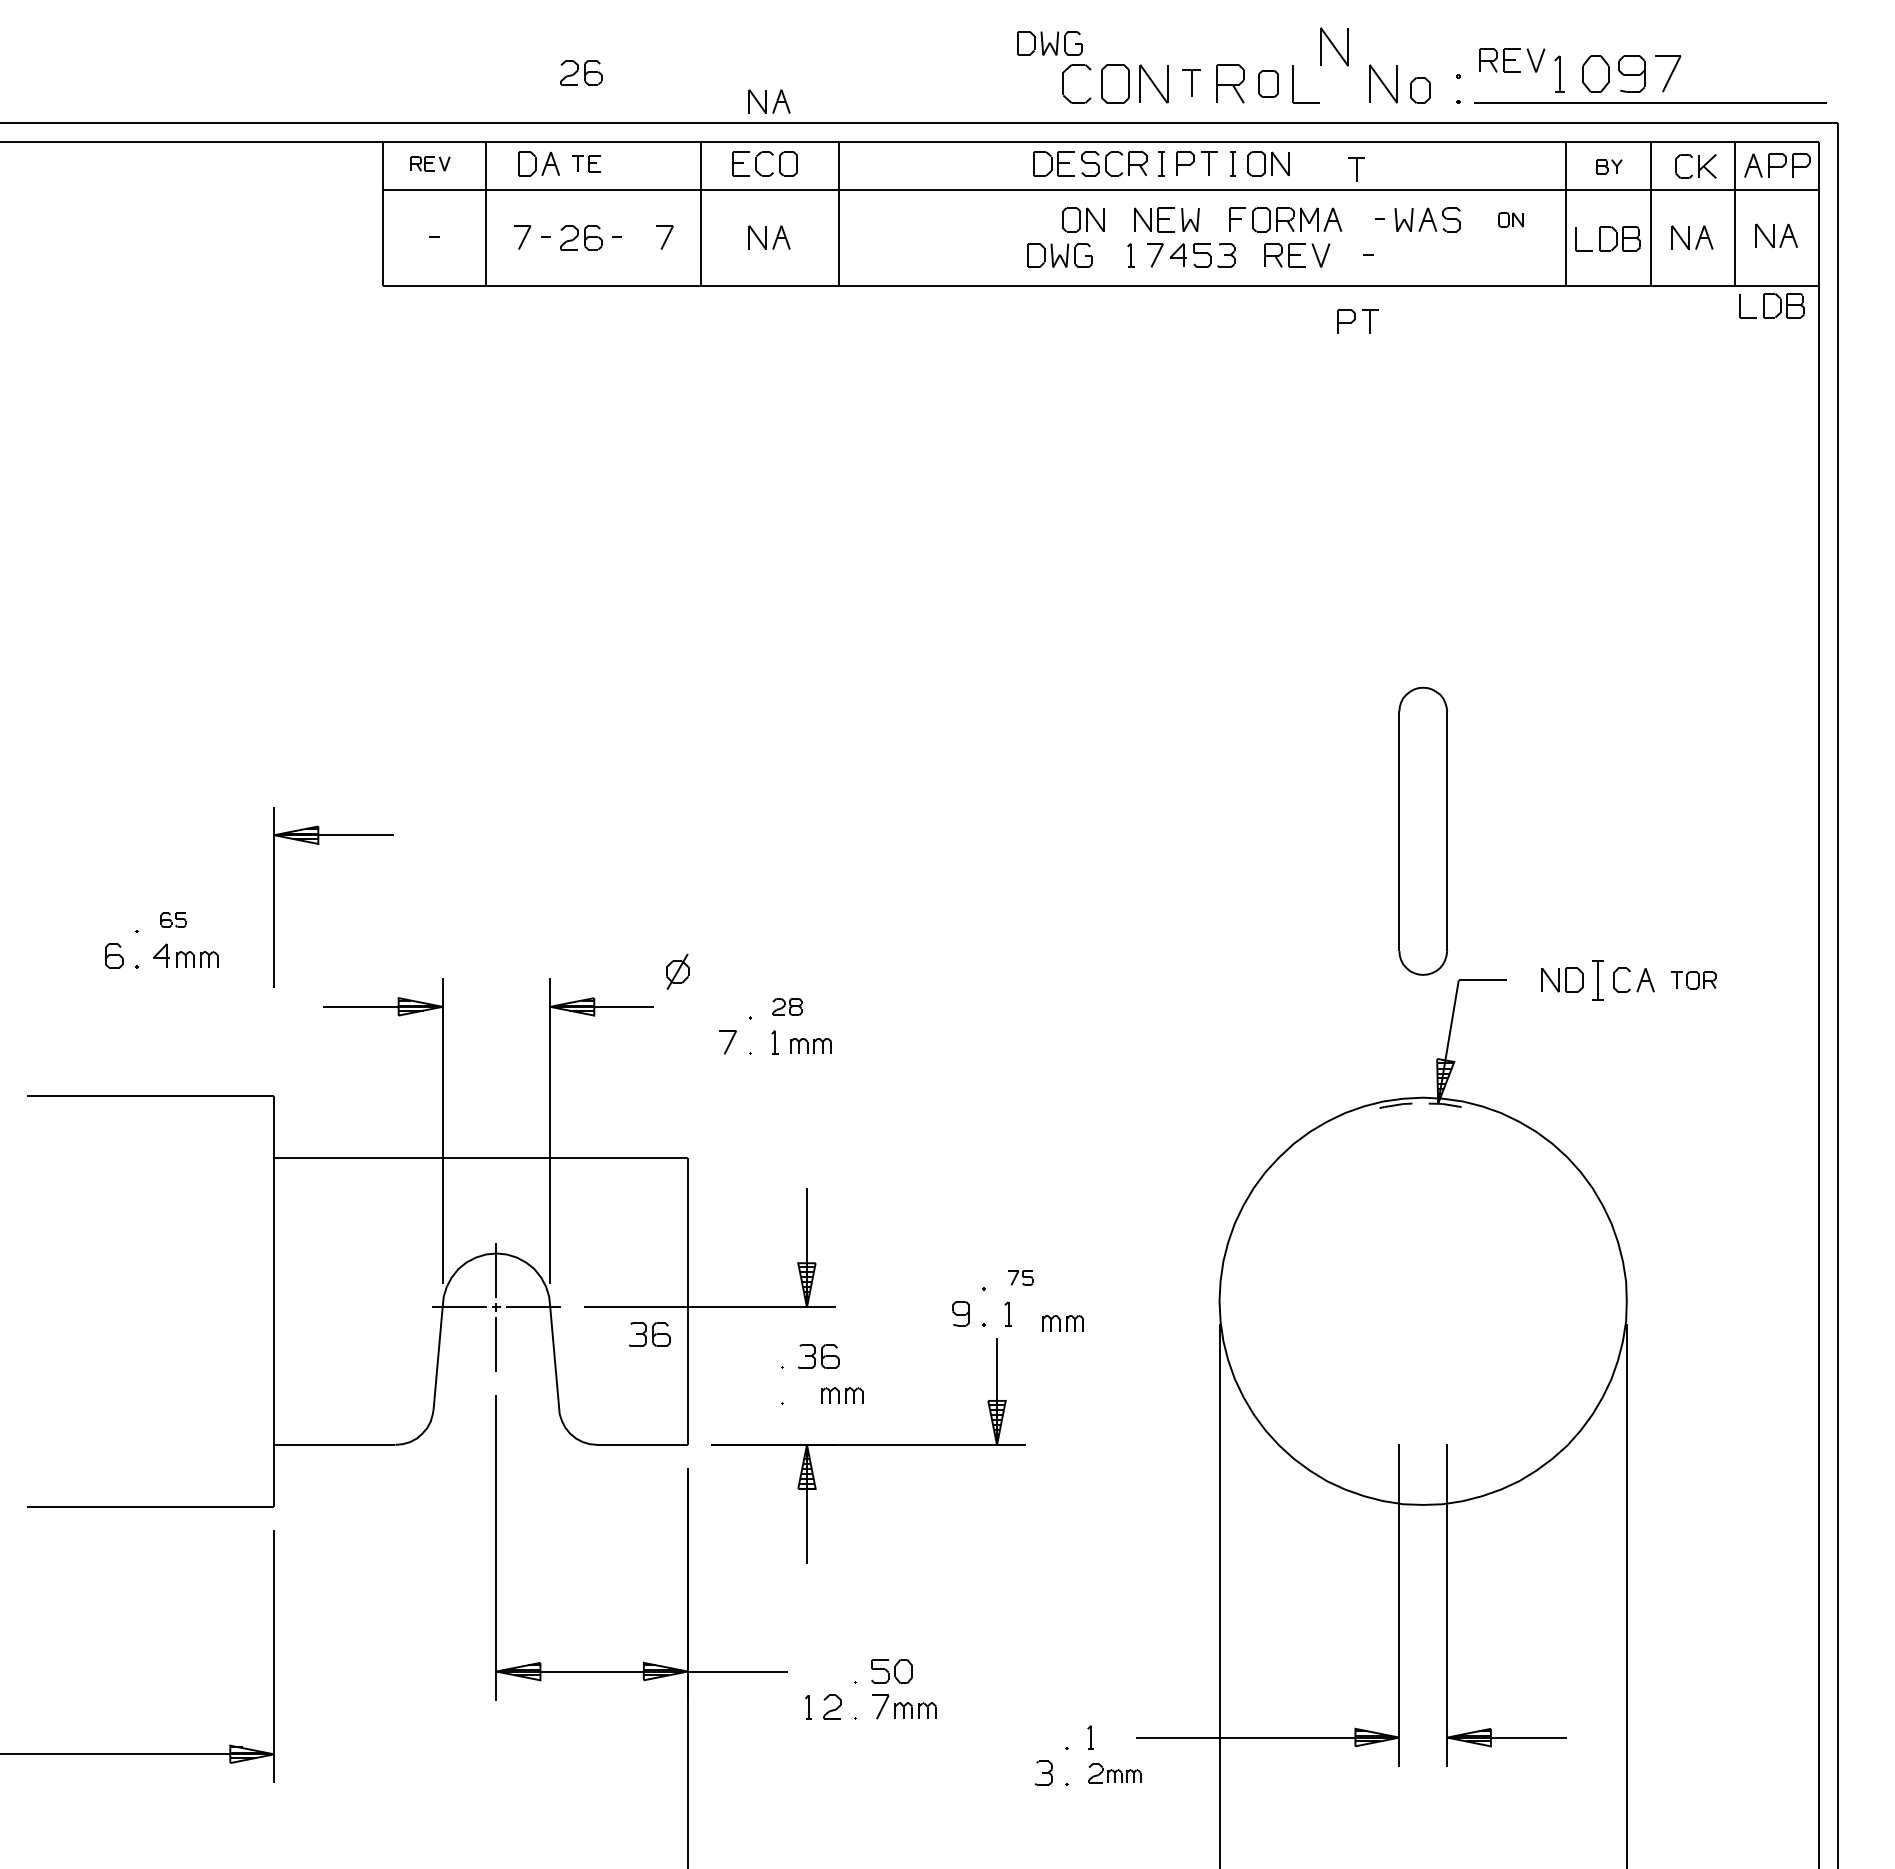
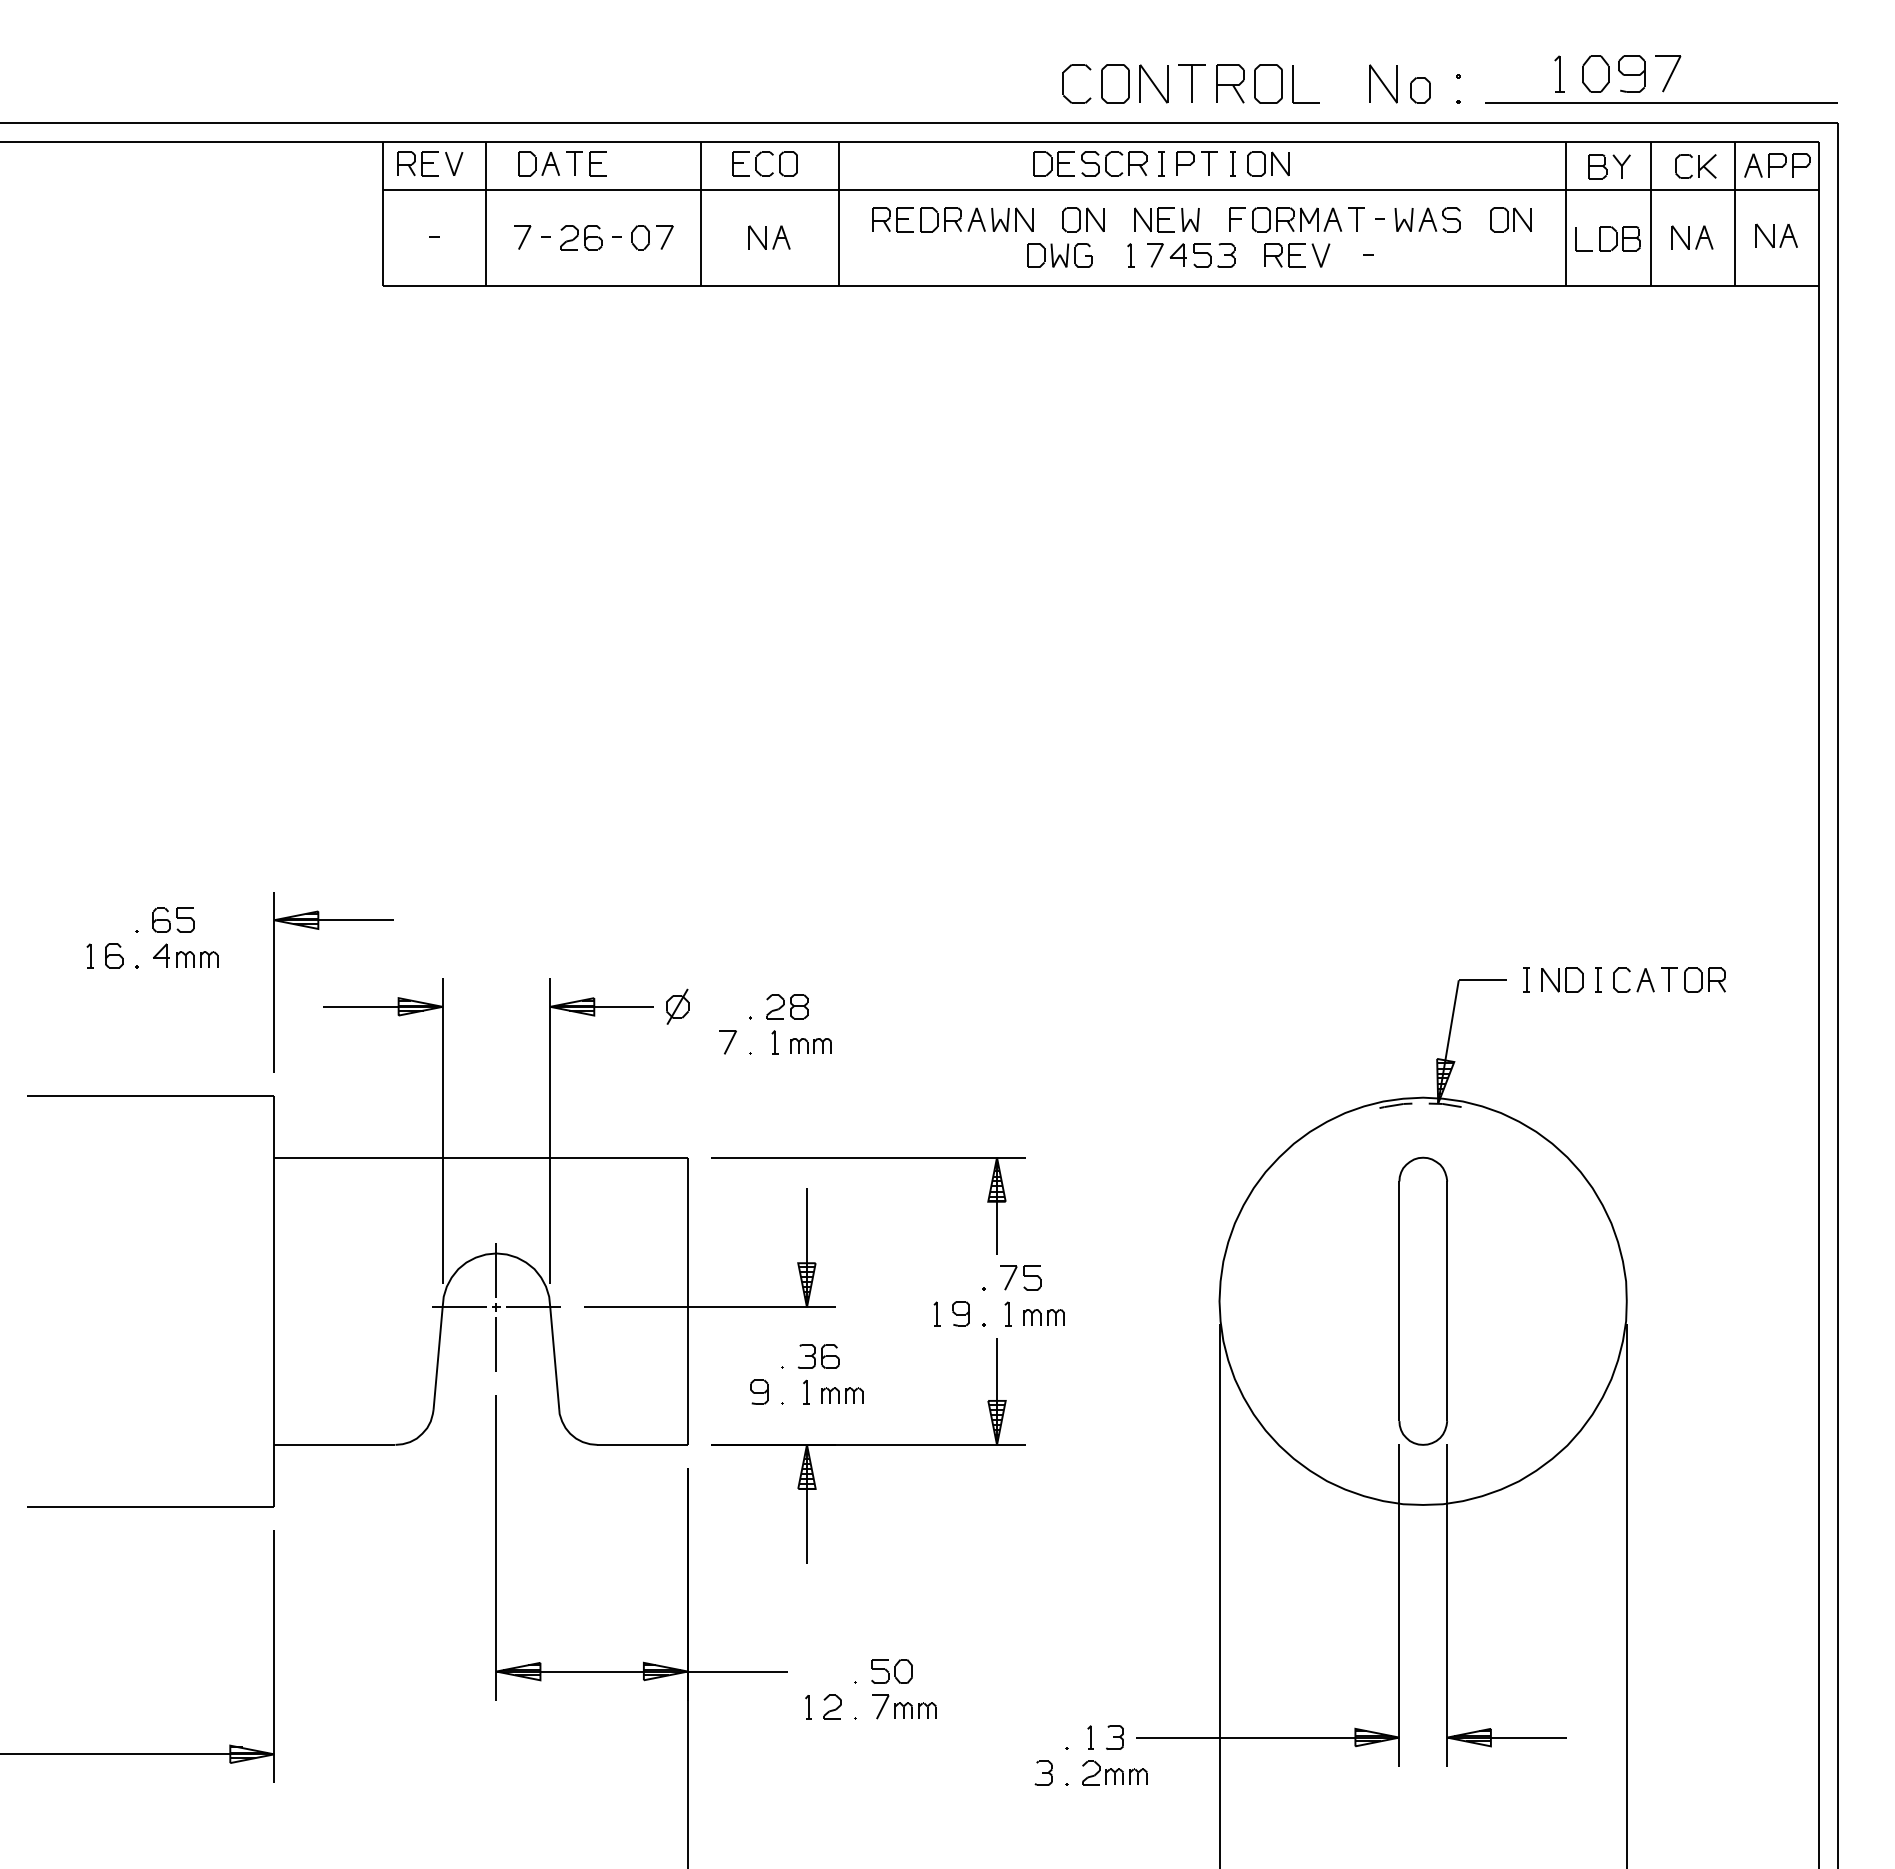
part at (1049, 43): present -> none
part at (1334, 46): present -> none
part at (1512, 60): present -> none
part at (581, 72): present -> none
part at (1191, 82) size: 19x28 px -> 28x39 px
part at (1268, 83) size: 21x28 px -> 29x40 px
part at (769, 101): present -> none
line at (1650, 102) position: (1650, 102) -> (1661, 102)
part at (430, 163) size: 41x16 px -> 67x26 px
part at (586, 163) size: 29x18 px -> 41x26 px
part at (1609, 166) size: 27x16 px -> 43x26 px
part at (1356, 169) position: (1356, 169) -> (1356, 219)
part at (952, 219): none -> present
part at (1510, 219) size: 26x16 px -> 42x26 px
part at (640, 237): none -> present
part at (1771, 305): present -> none
part at (1357, 321): present -> none
part at (1423, 830) position: (1423, 830) -> (1423, 1300)
part at (319, 844) position: (319, 844) -> (319, 929)
part at (173, 919) size: 27x16 px -> 43x26 px
part at (89, 955): none -> present
part at (677, 971) position: (677, 971) -> (677, 1006)
part at (1526, 979): none -> present
part at (1597, 980) size: 12x41 px -> 7x26 px
part at (1693, 980) size: 46x19 px -> 65x26 px
part at (787, 1006) size: 31x18 px -> 43x26 px
part at (868, 1158): none -> present
part at (1020, 1277) size: 26x16 px -> 42x26 px
part at (936, 1313): none -> present
part at (1062, 1323) position: (1062, 1323) -> (1043, 1317)
part at (649, 1334): present -> none
part at (759, 1391): none -> present
part at (806, 1391): none -> present
part at (1114, 1737): none -> present
part at (1114, 1773) size: 54x21 px -> 66x26 px
